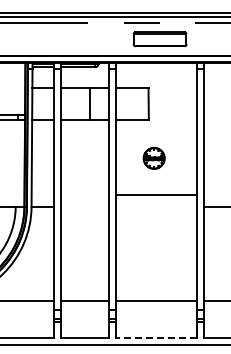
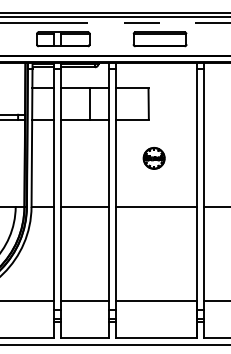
part at (63, 39): none -> present
line at (156, 194) position: (156, 194) -> (156, 206)
line at (84, 206): none -> present
line at (156, 338): dashed -> solid
